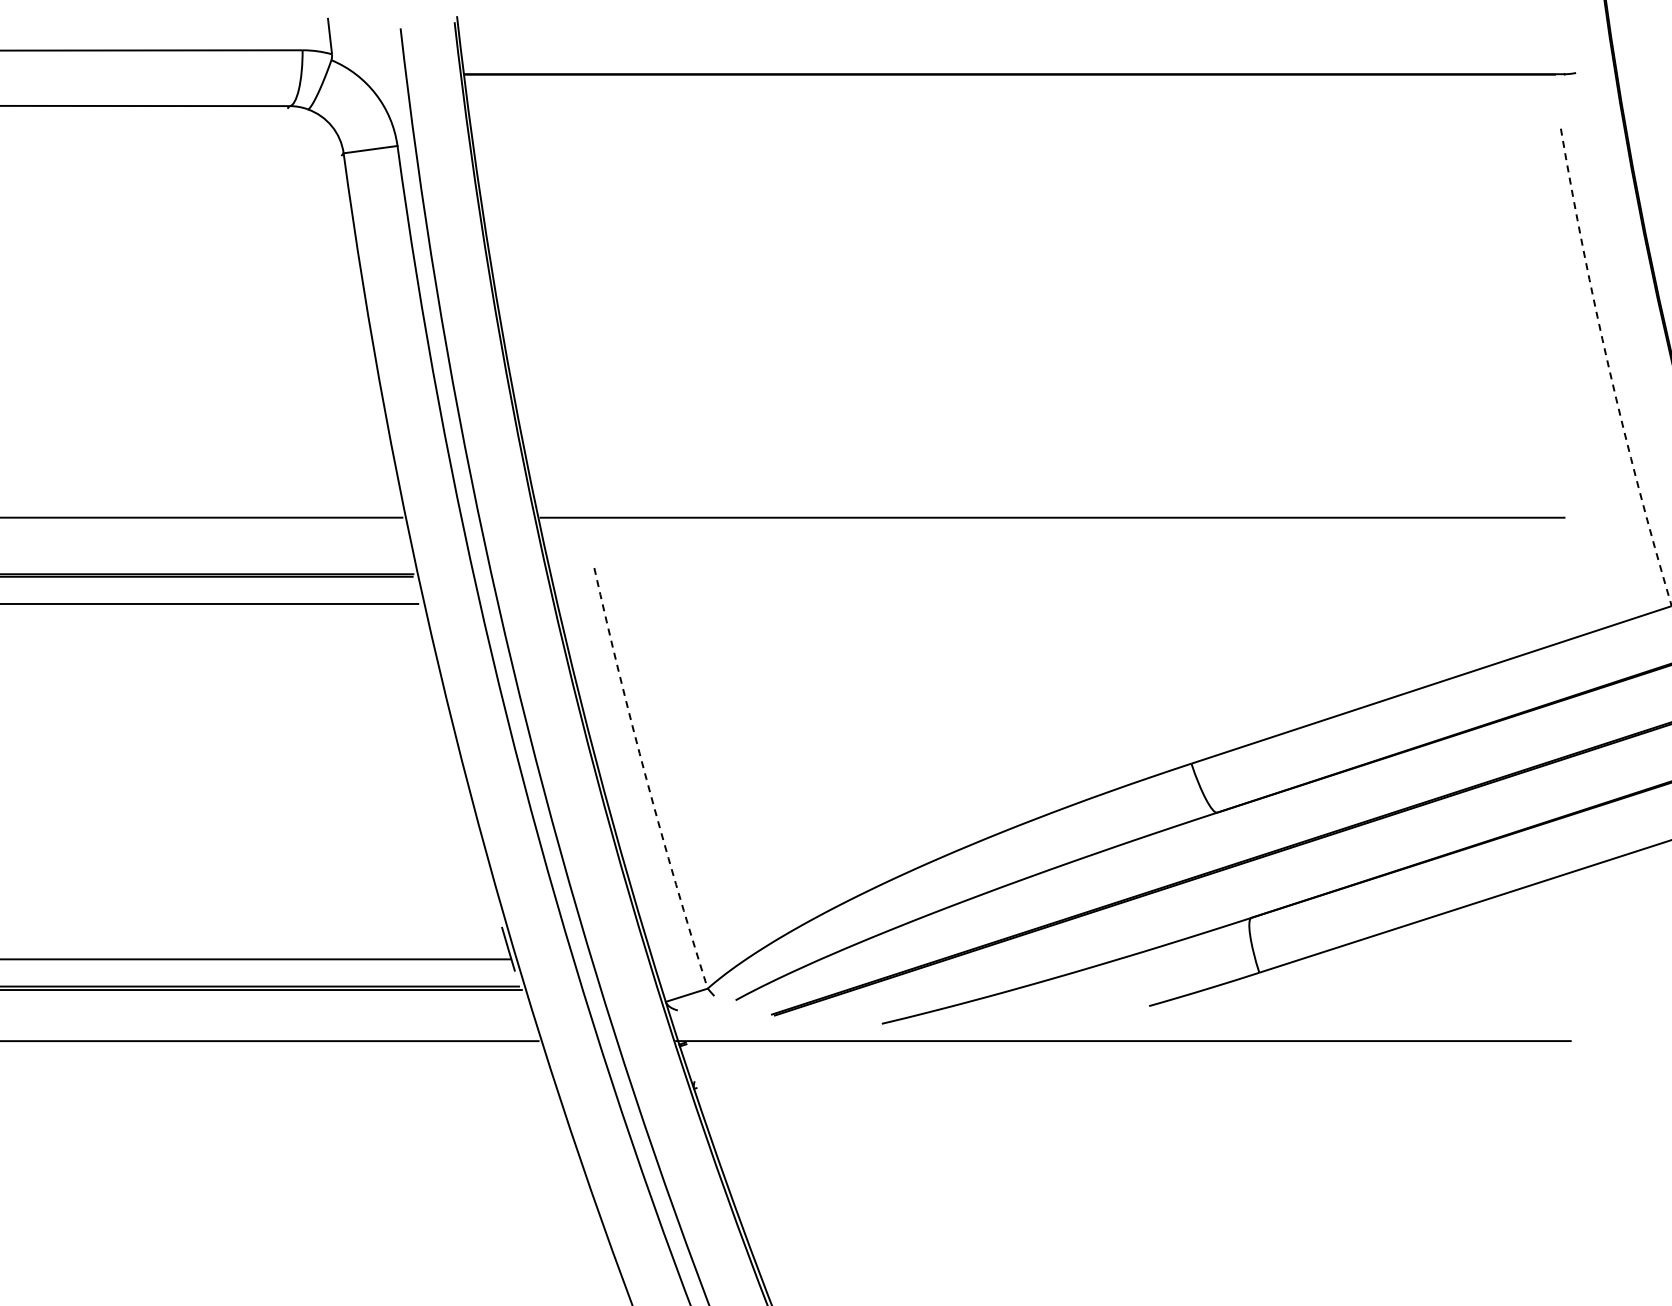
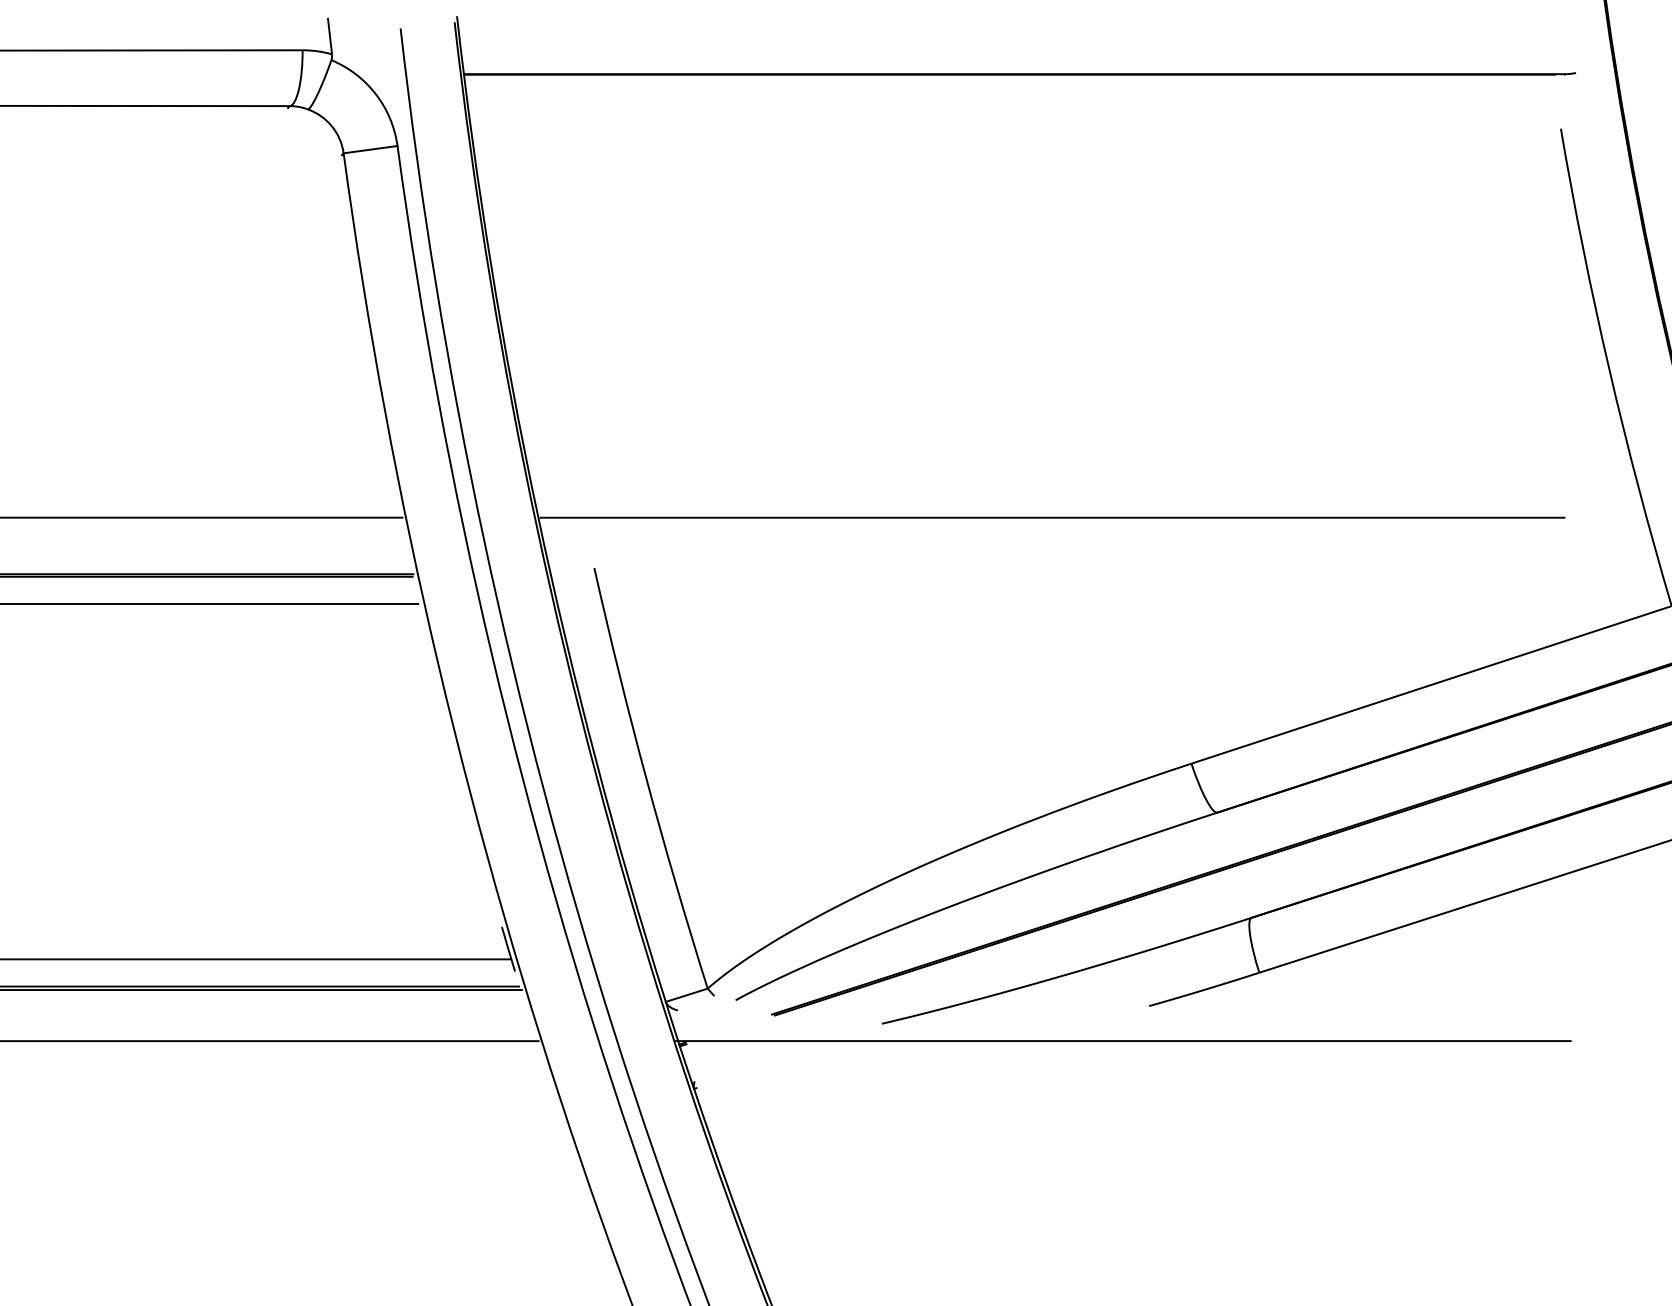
arc at (1609, 369): dashed -> solid
arc at (646, 779): dashed -> solid
